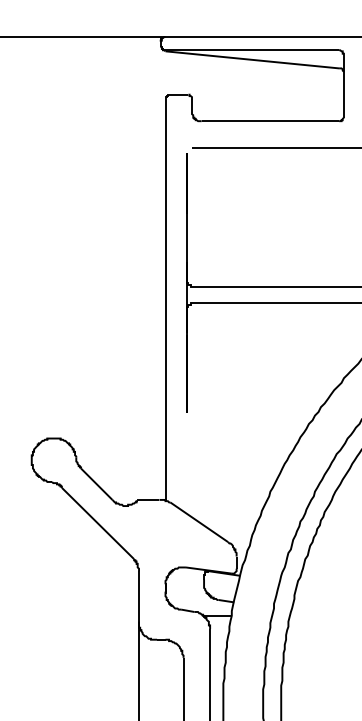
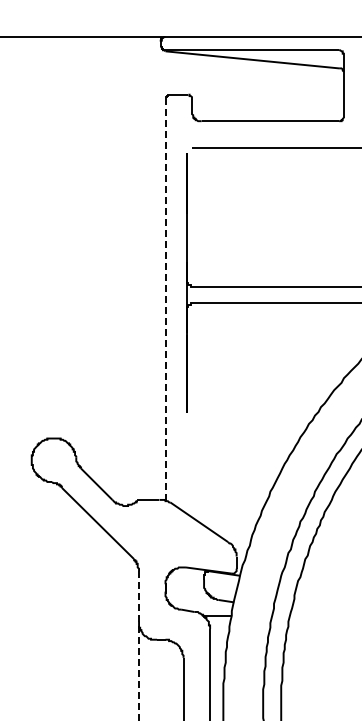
line at (165, 300): solid -> dashed
line at (139, 646): solid -> dashed
